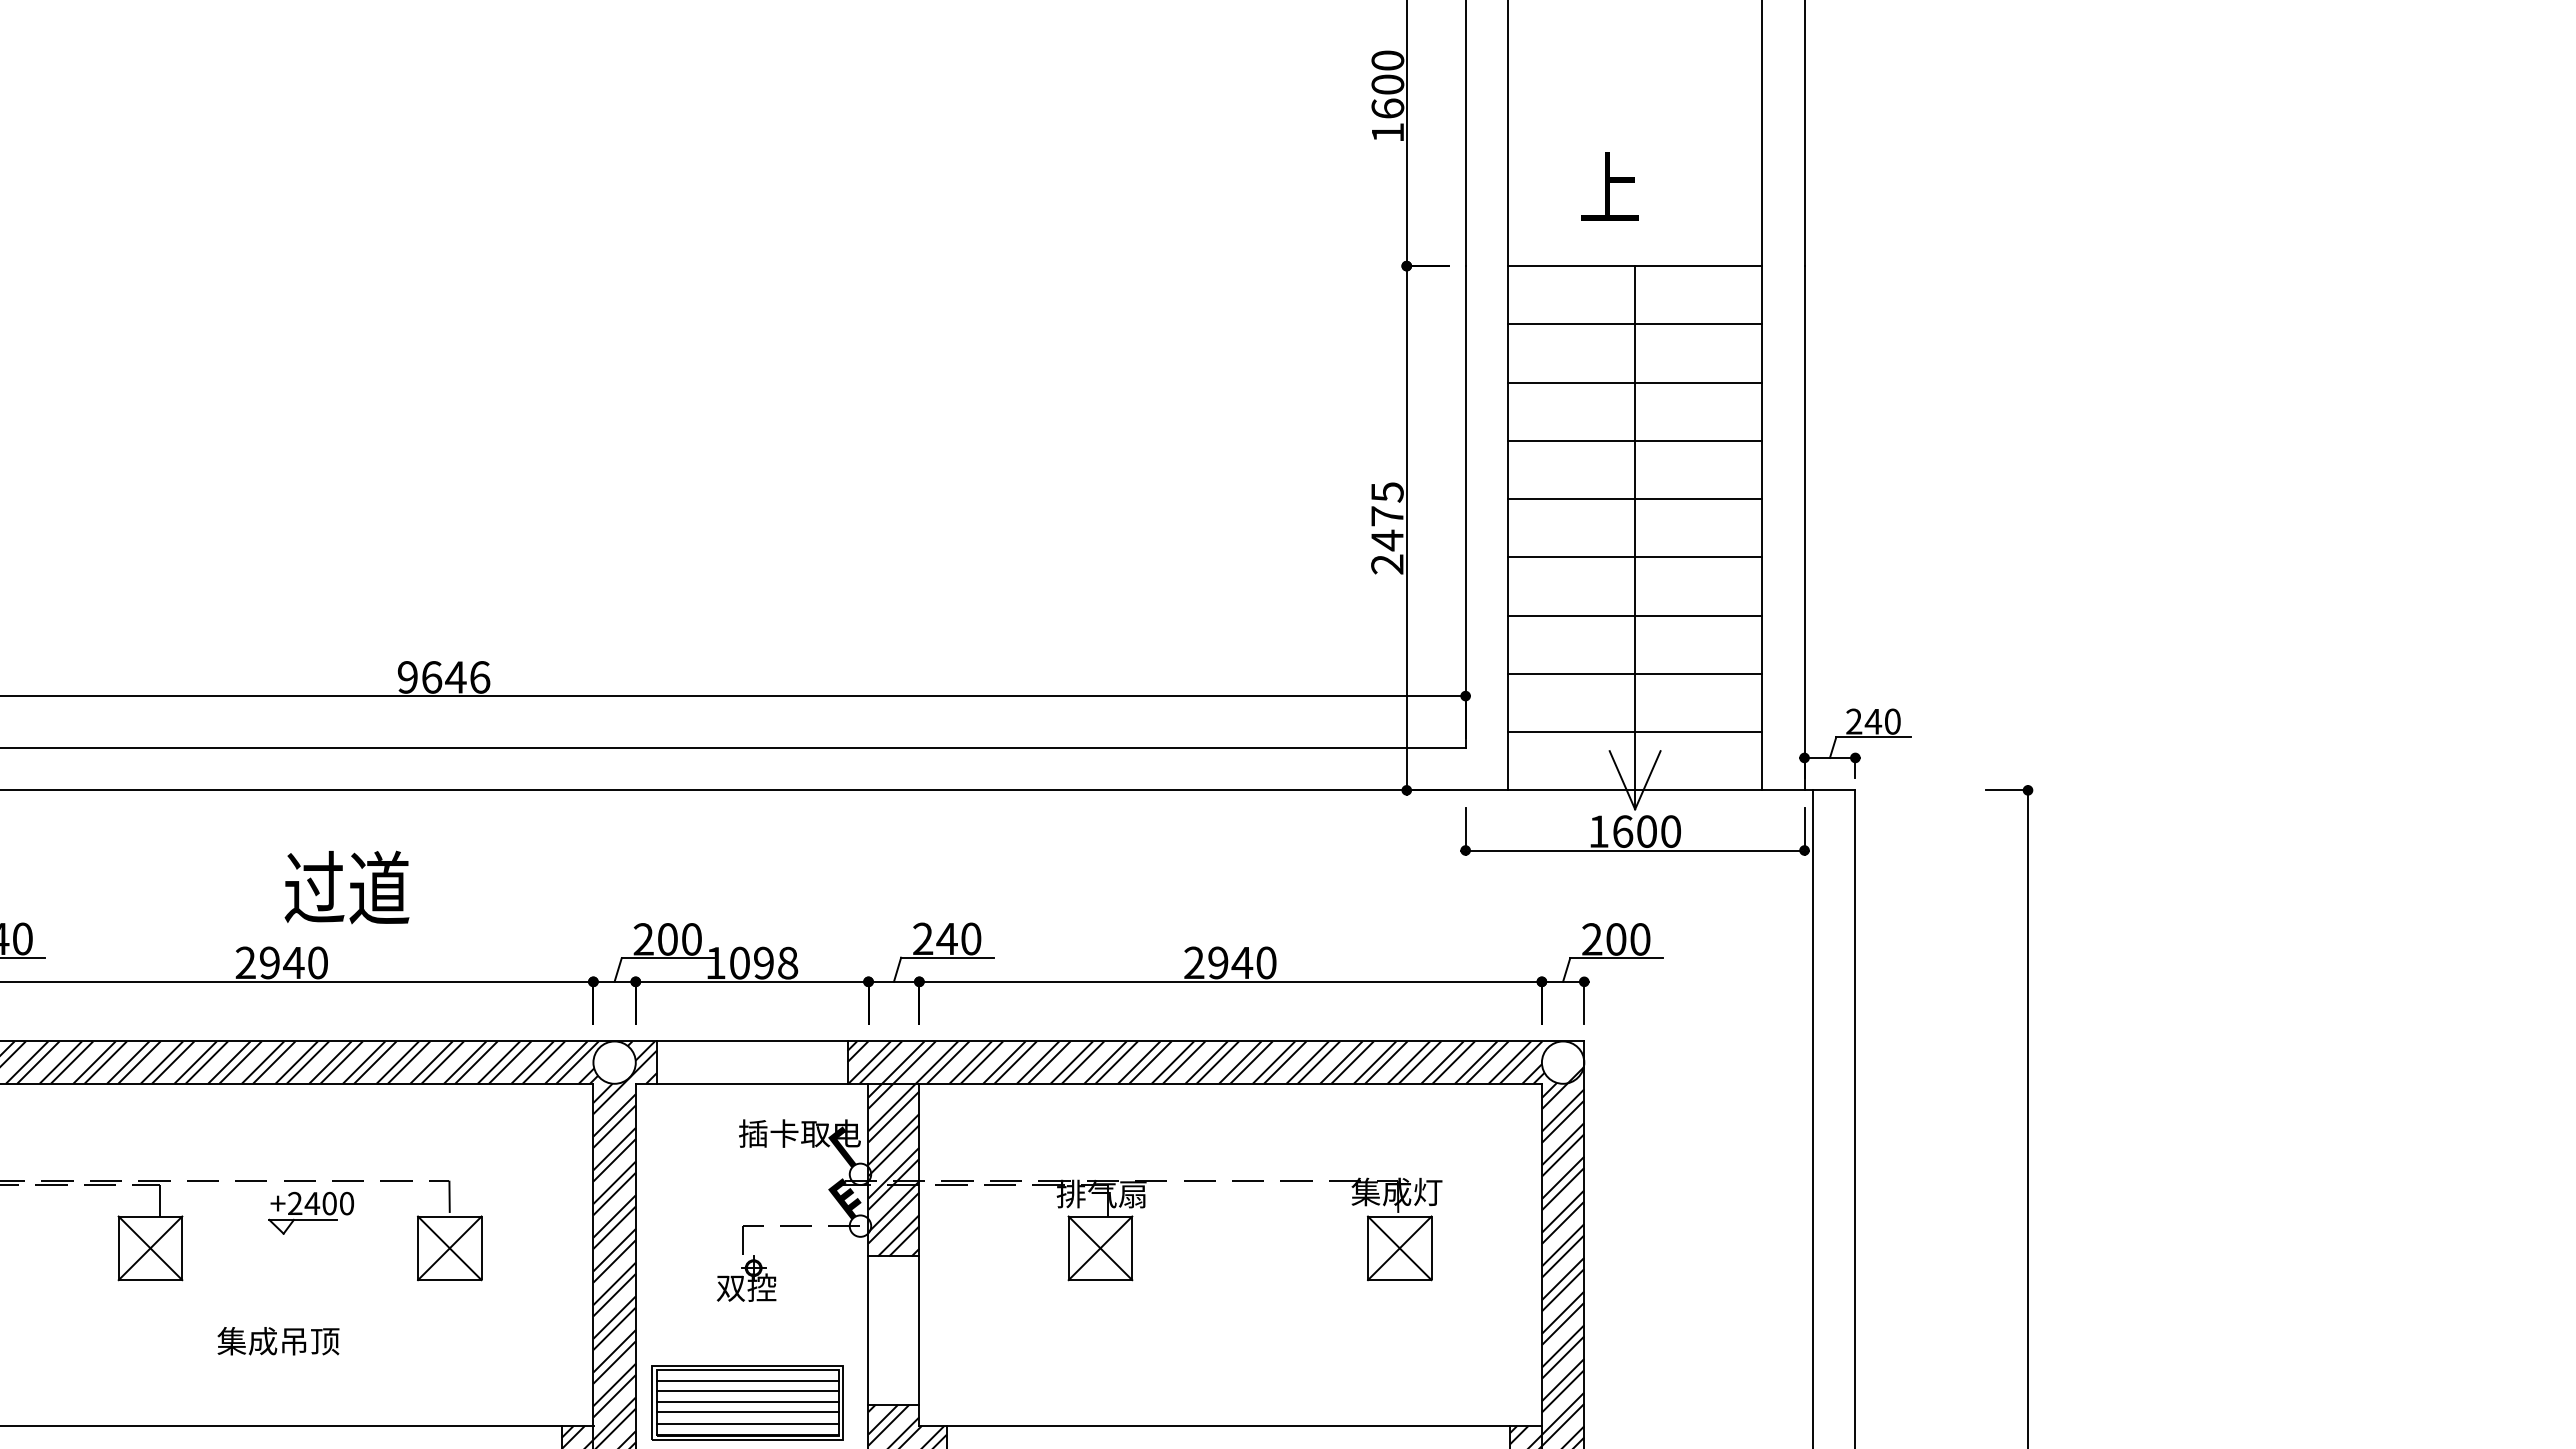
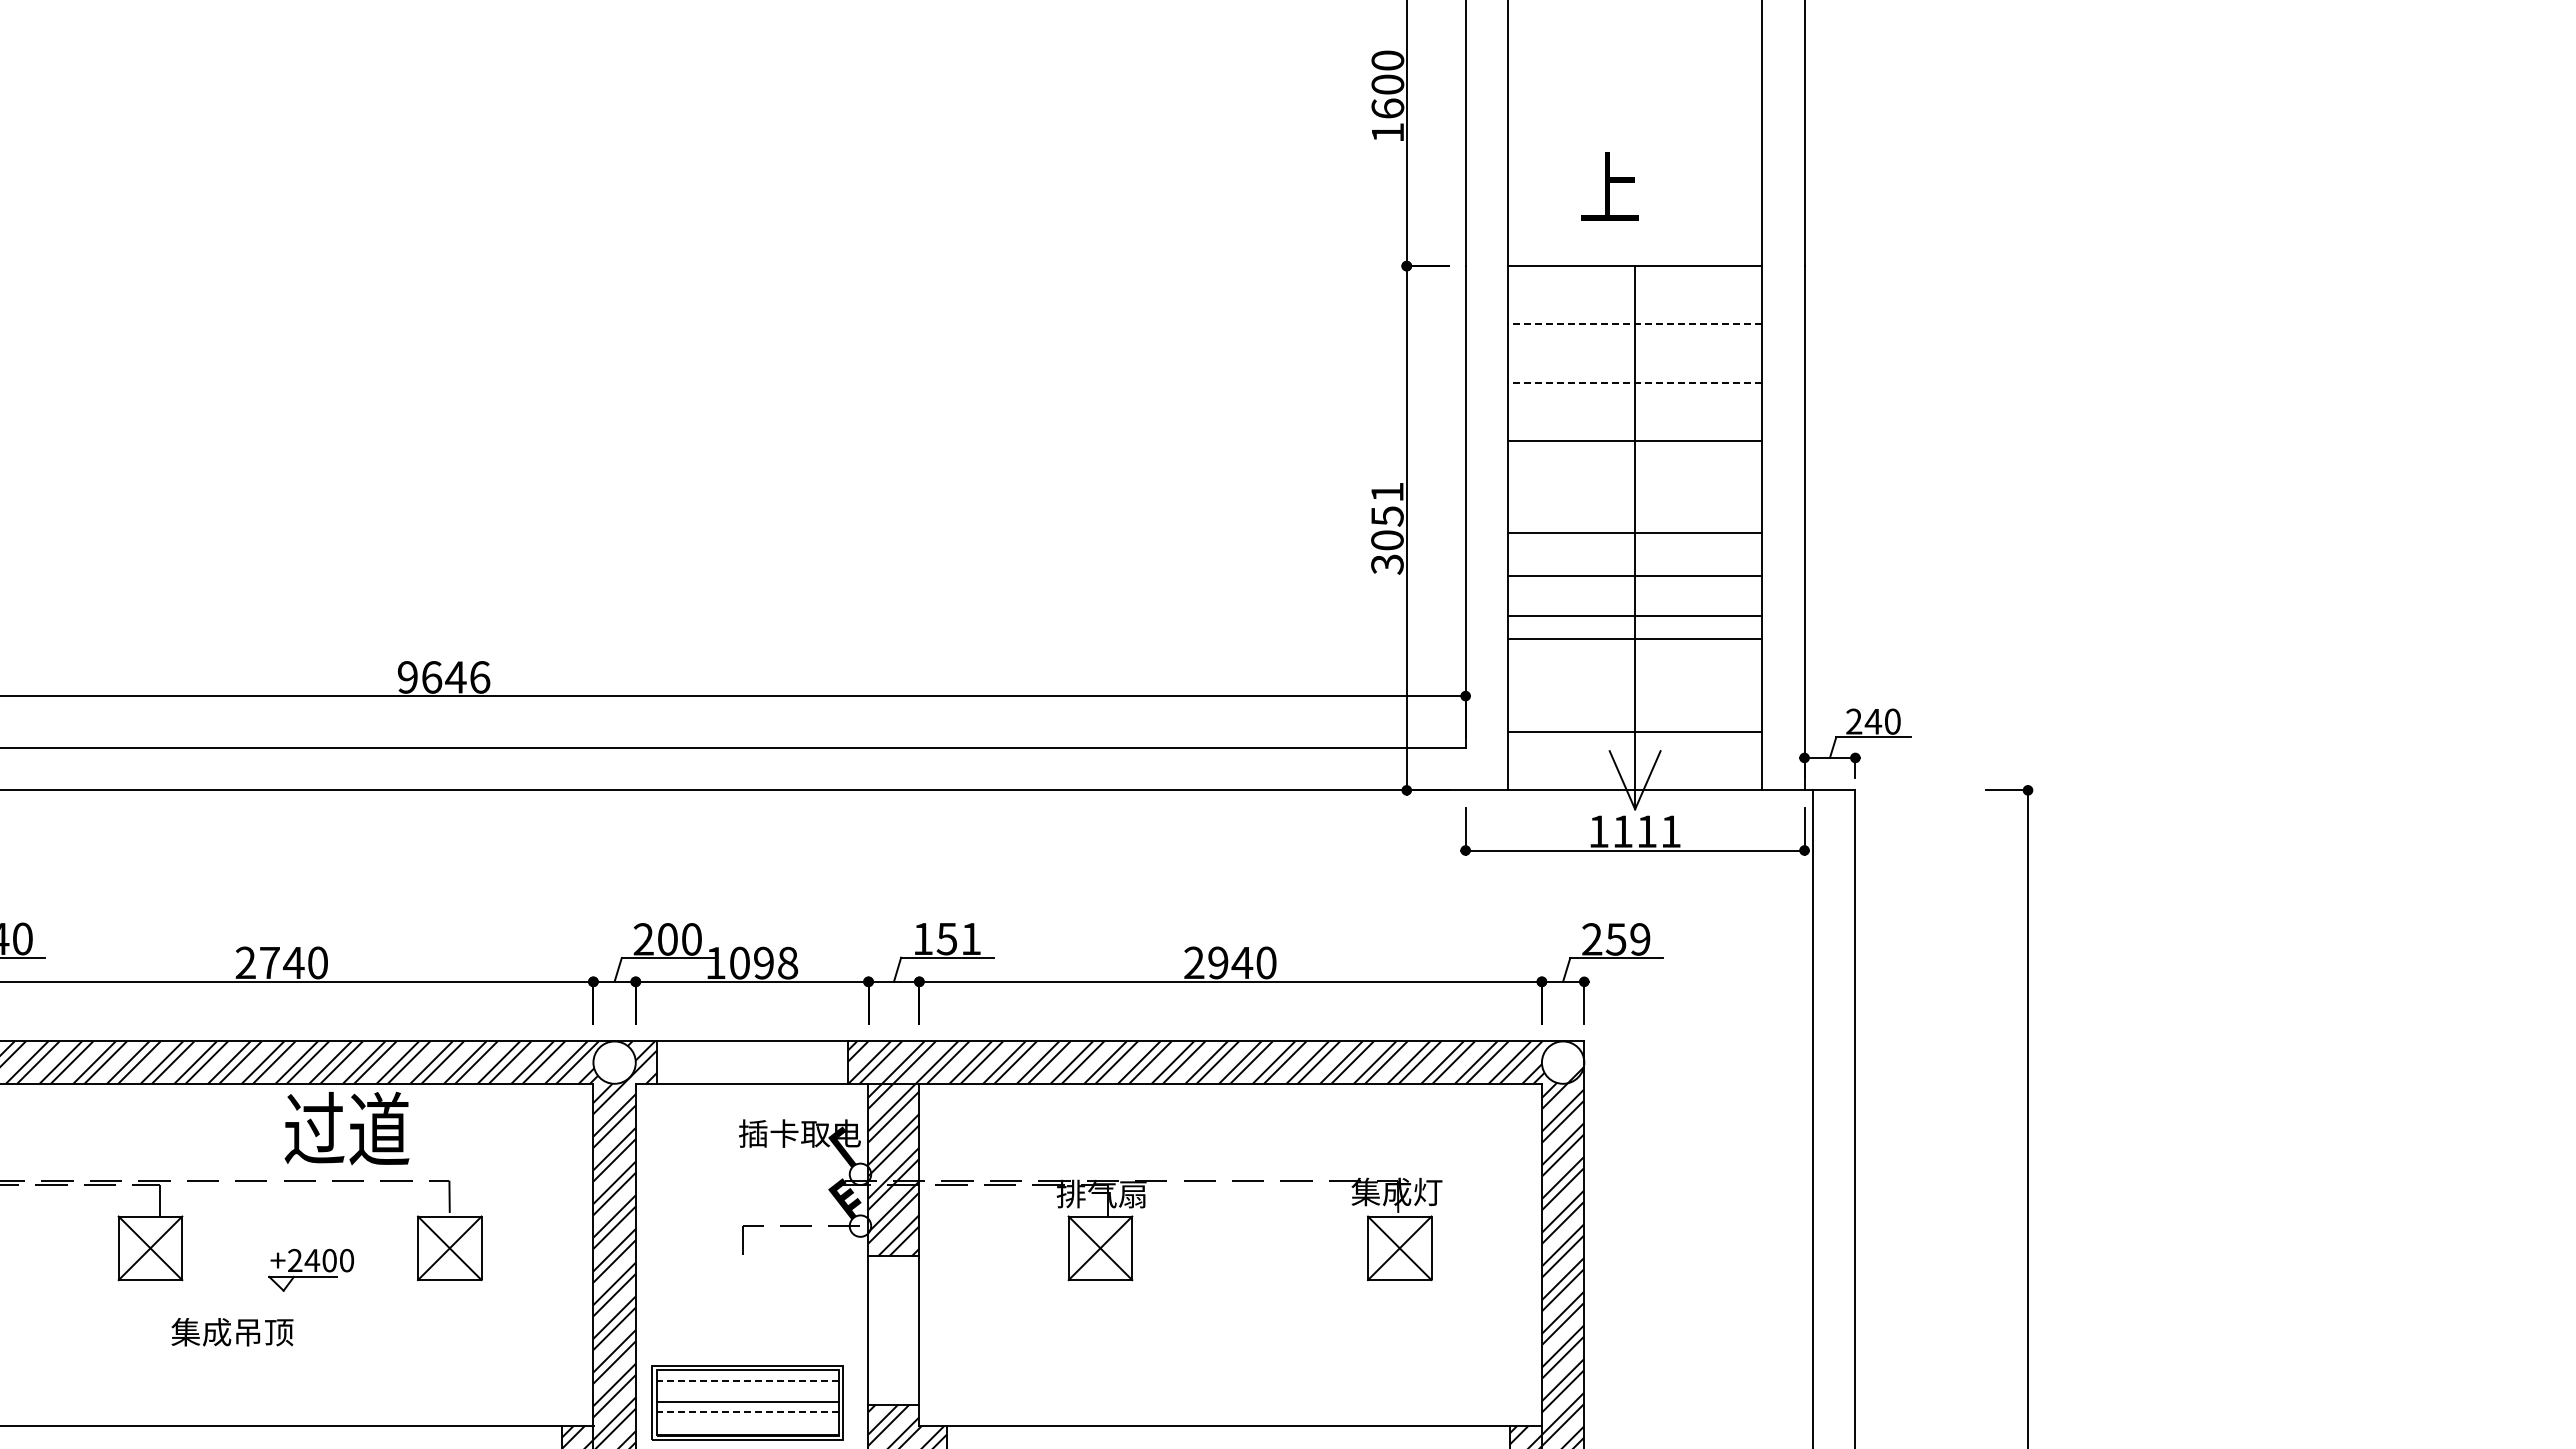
line at (1634, 324): solid -> dashed
line at (1634, 382): solid -> dashed
line at (1635, 499) position: (1635, 499) -> (1635, 533)
text at (1387, 528): 2475 -> 3051
line at (1635, 557) position: (1635, 557) -> (1635, 576)
line at (1635, 673) position: (1635, 673) -> (1635, 638)
text at (1646, 831): 1600 -> 1111
text at (346, 887) position: (346, 887) -> (346, 1128)
text at (947, 938): 240 -> 151
text at (1627, 939): 200 -> 259
text at (269, 962): 2940 -> 2740
part at (310, 1212) position: (310, 1212) -> (310, 1269)
part at (746, 1278): present -> none
text at (278, 1341) position: (278, 1341) -> (232, 1332)
line at (747, 1380): solid -> dashed
line at (747, 1391): present -> none
line at (747, 1412): solid -> dashed
line at (747, 1424): present -> none
